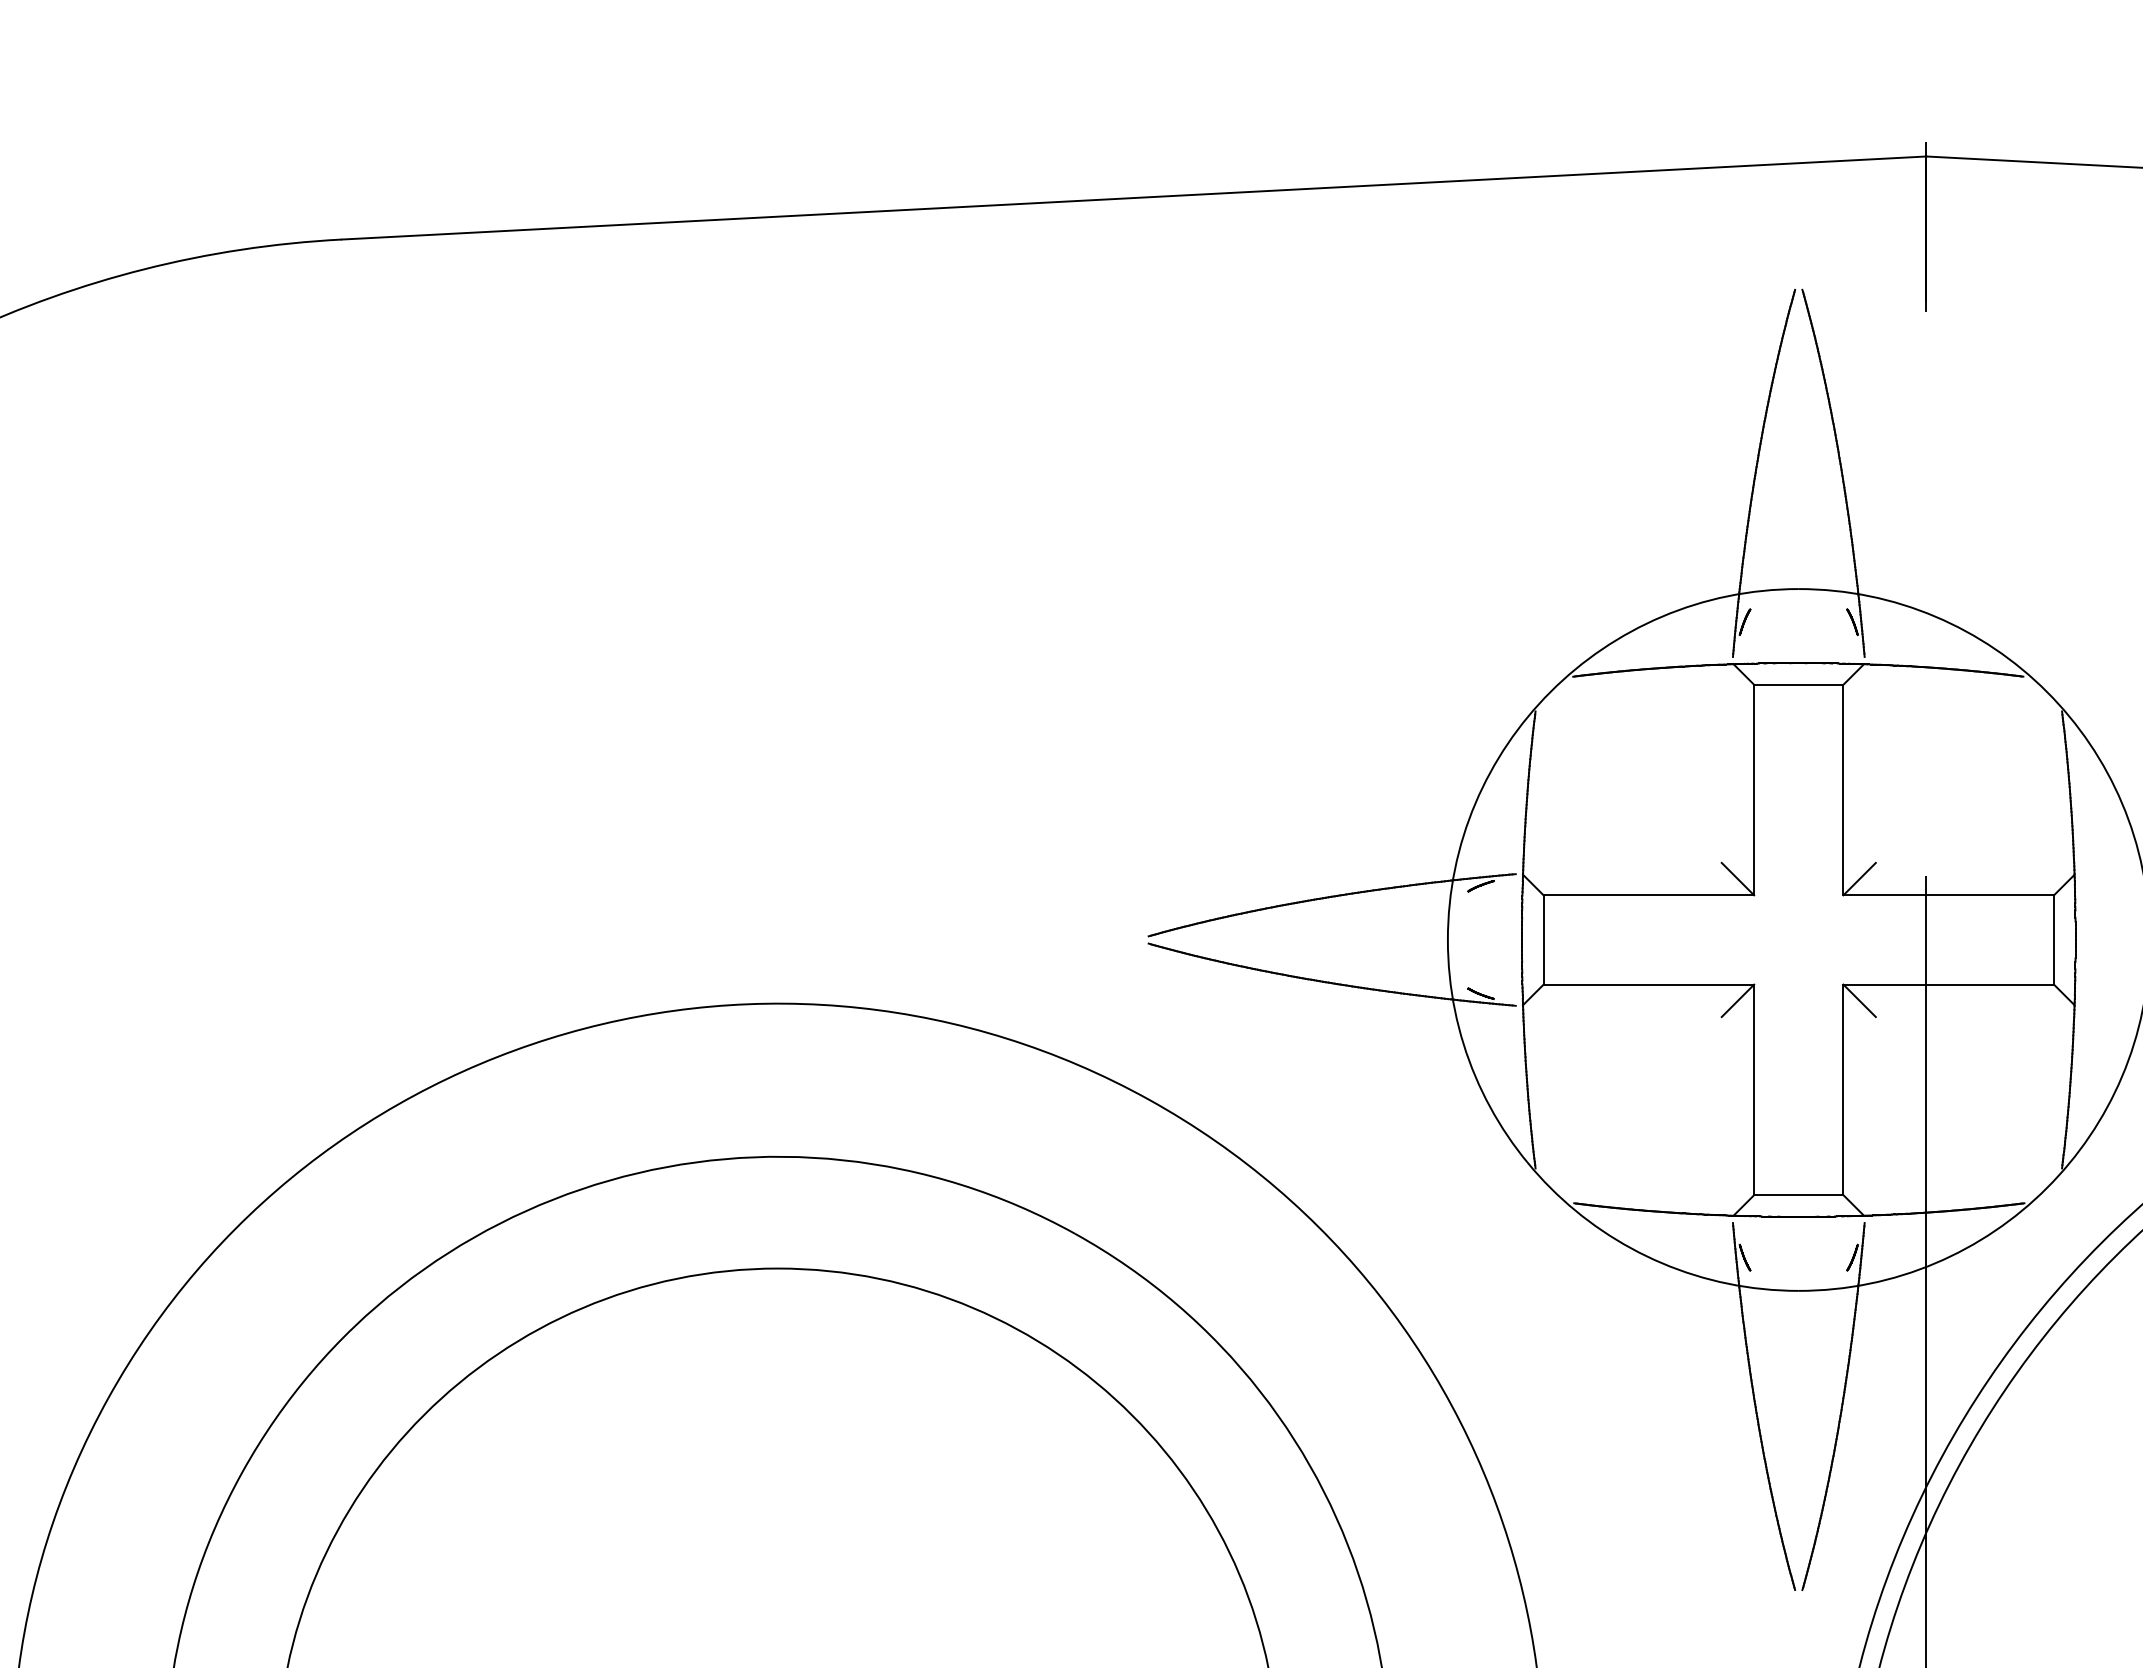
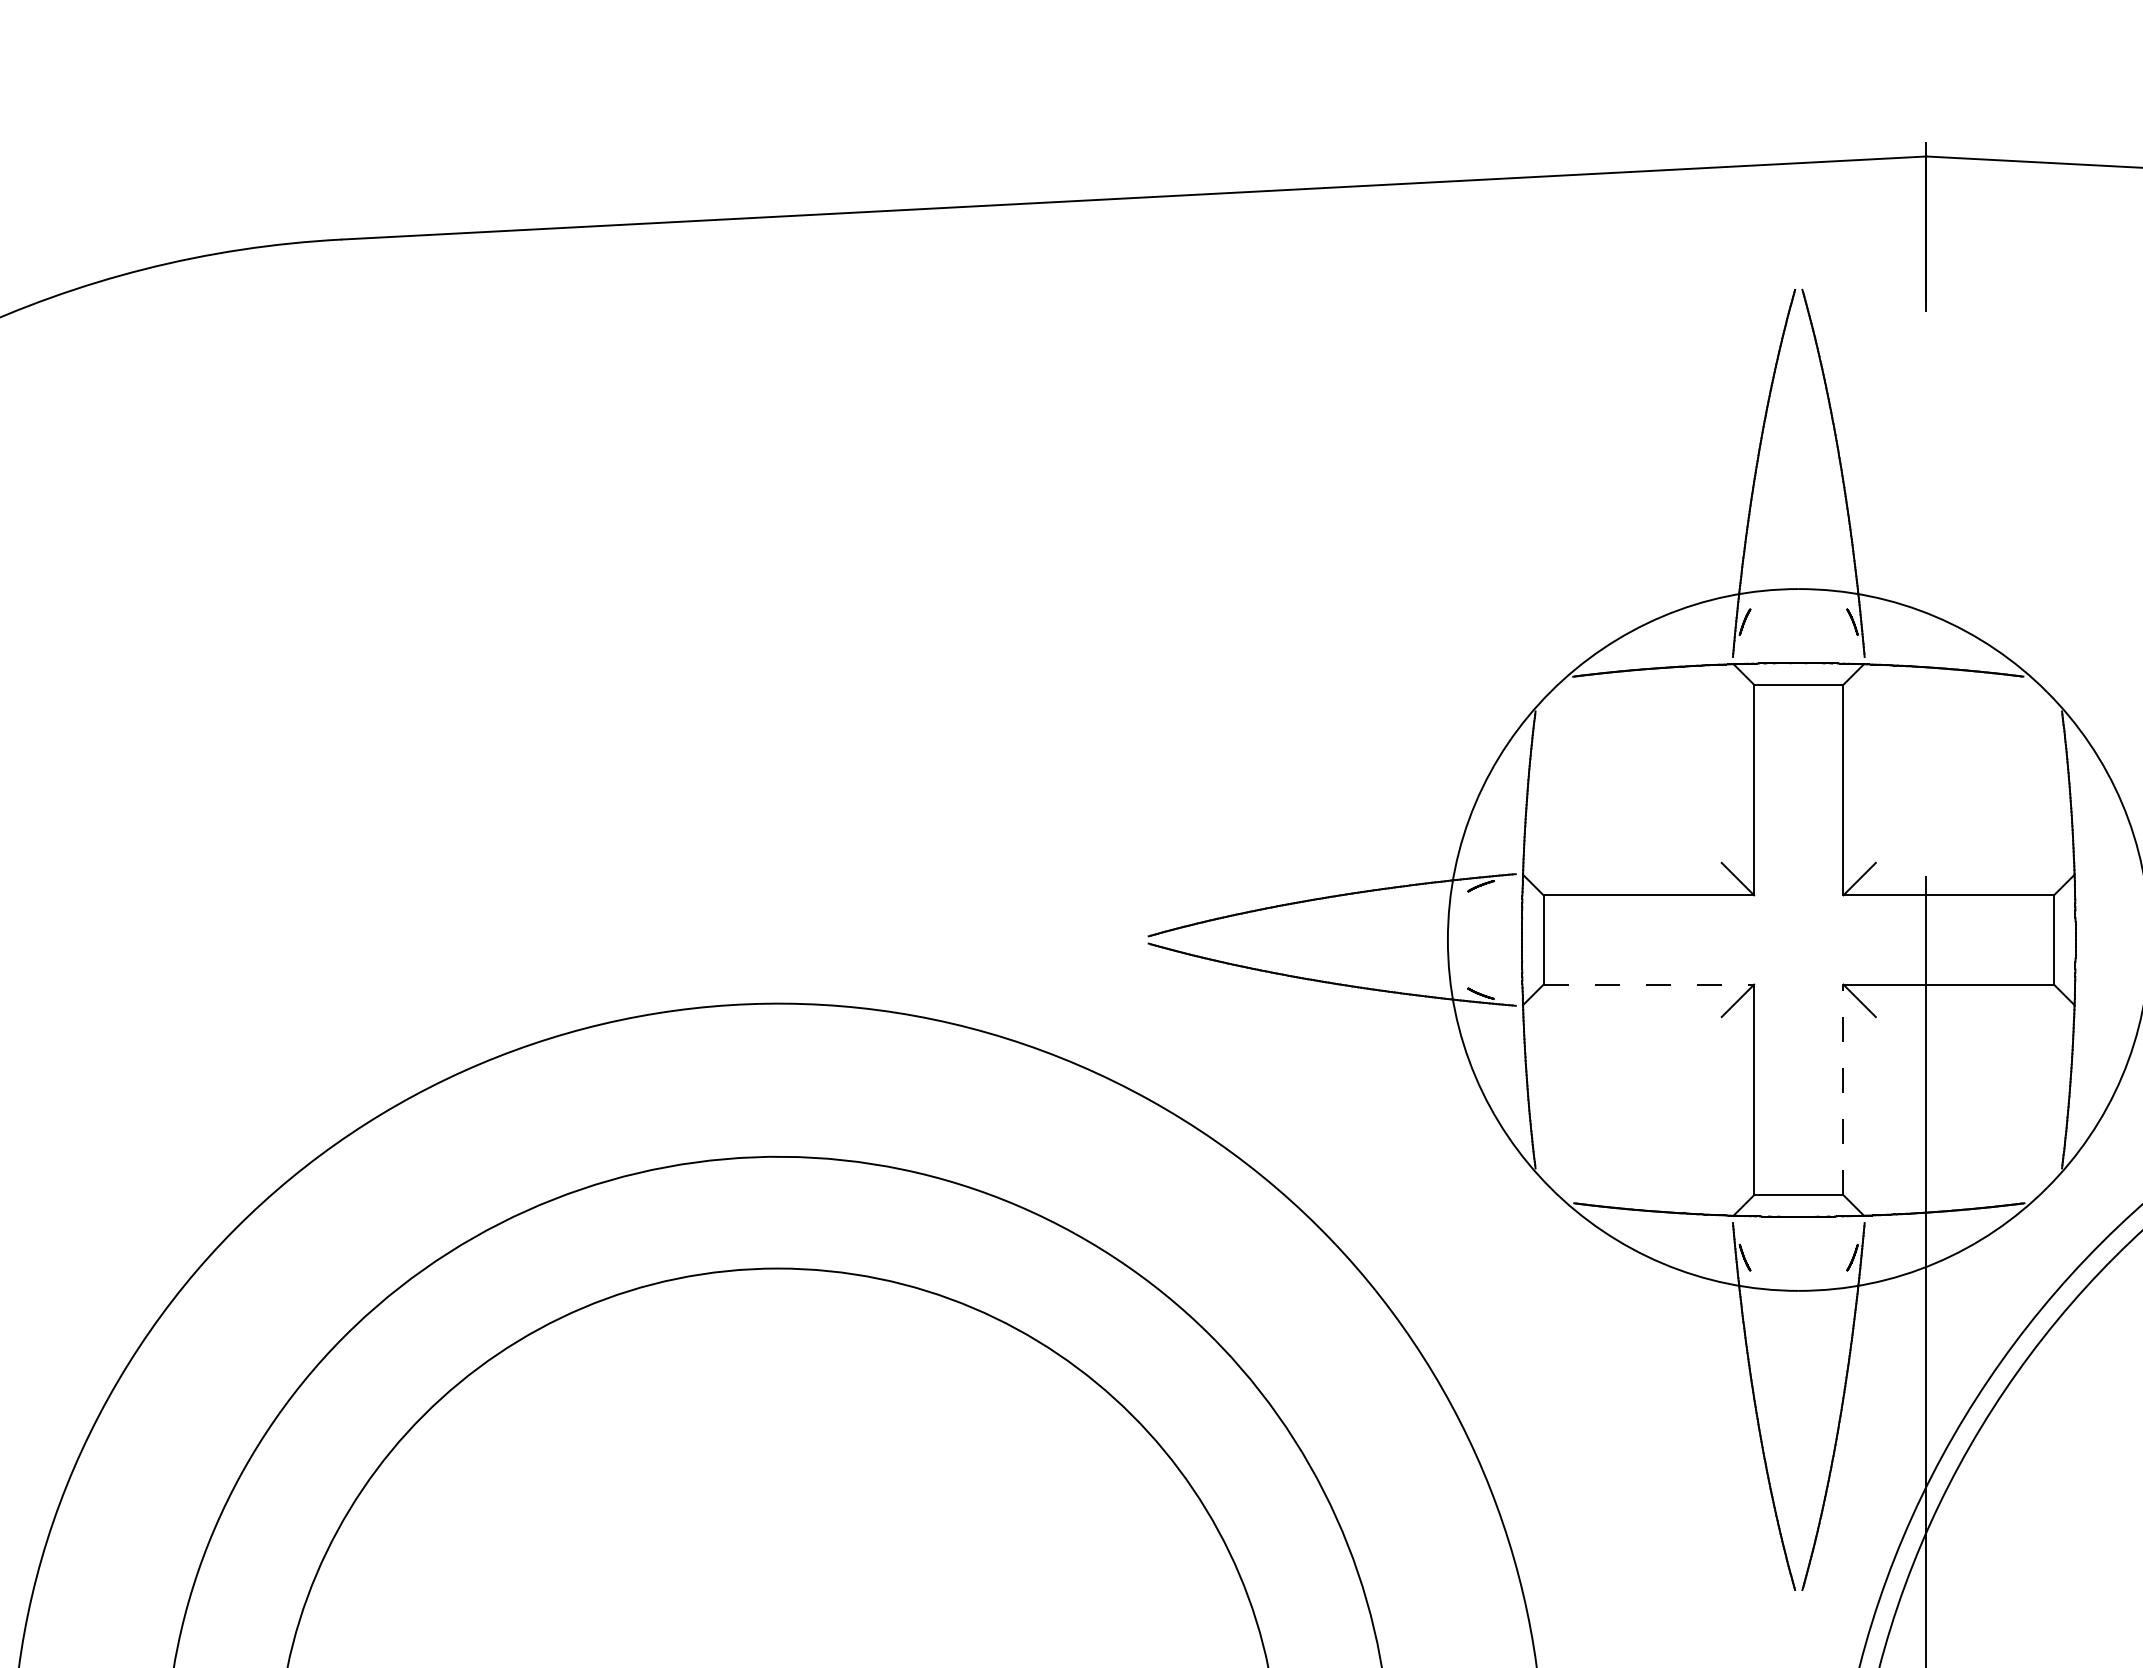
line at (1649, 984): solid -> dashed
line at (1843, 1089): solid -> dashed
